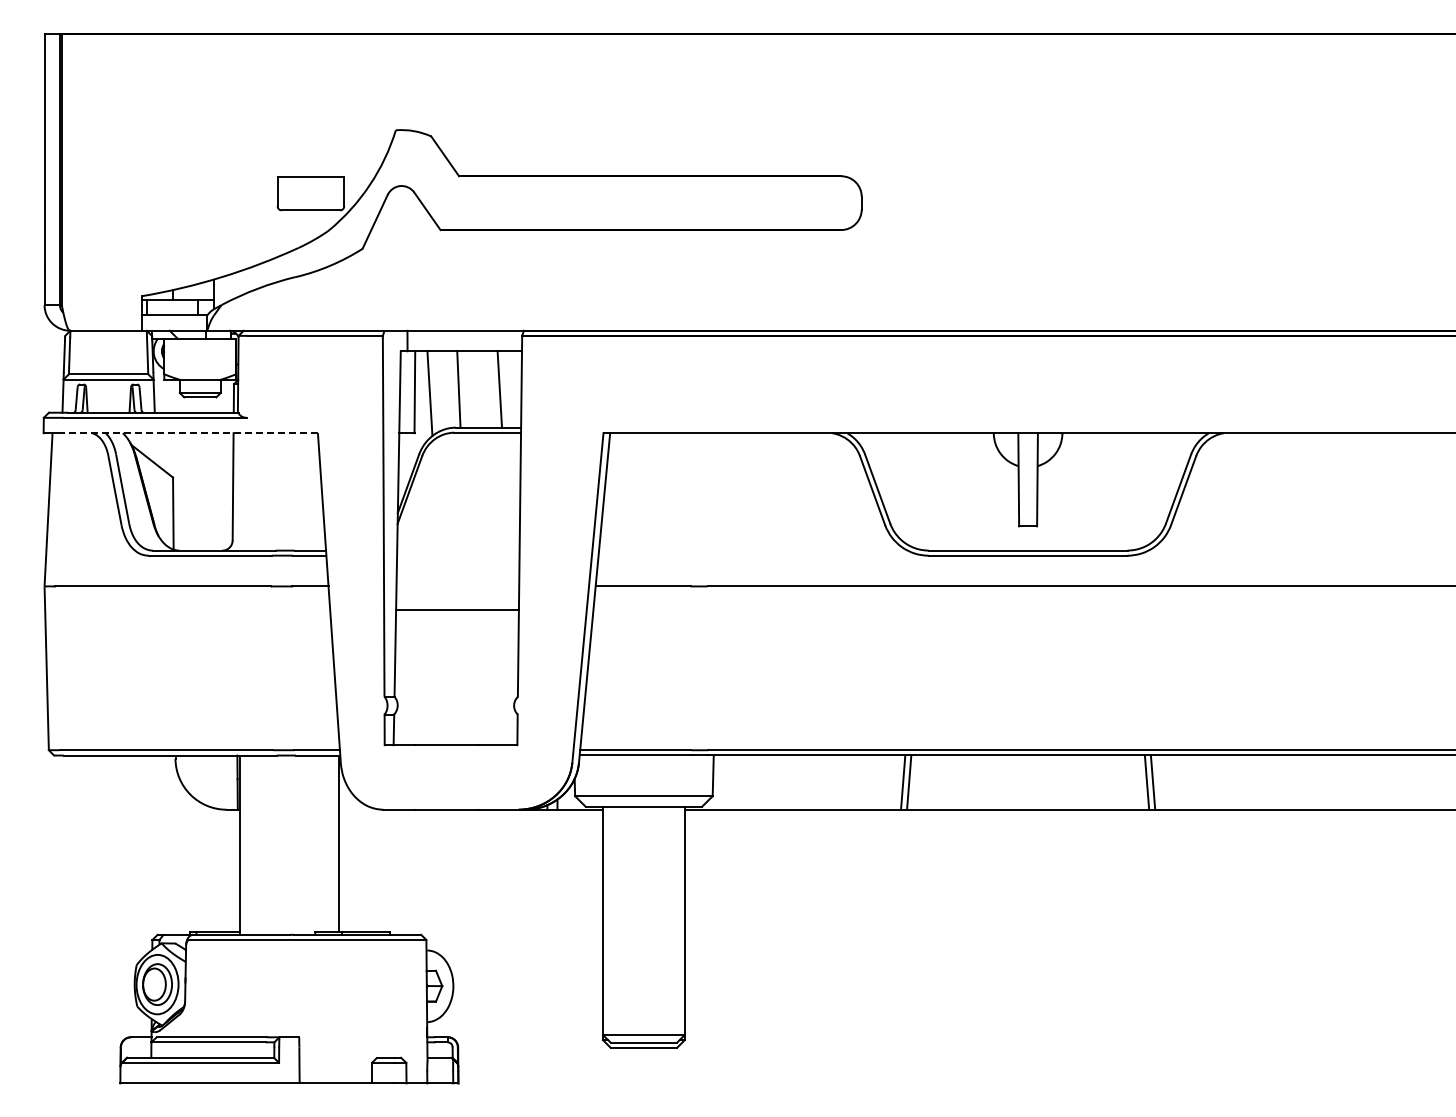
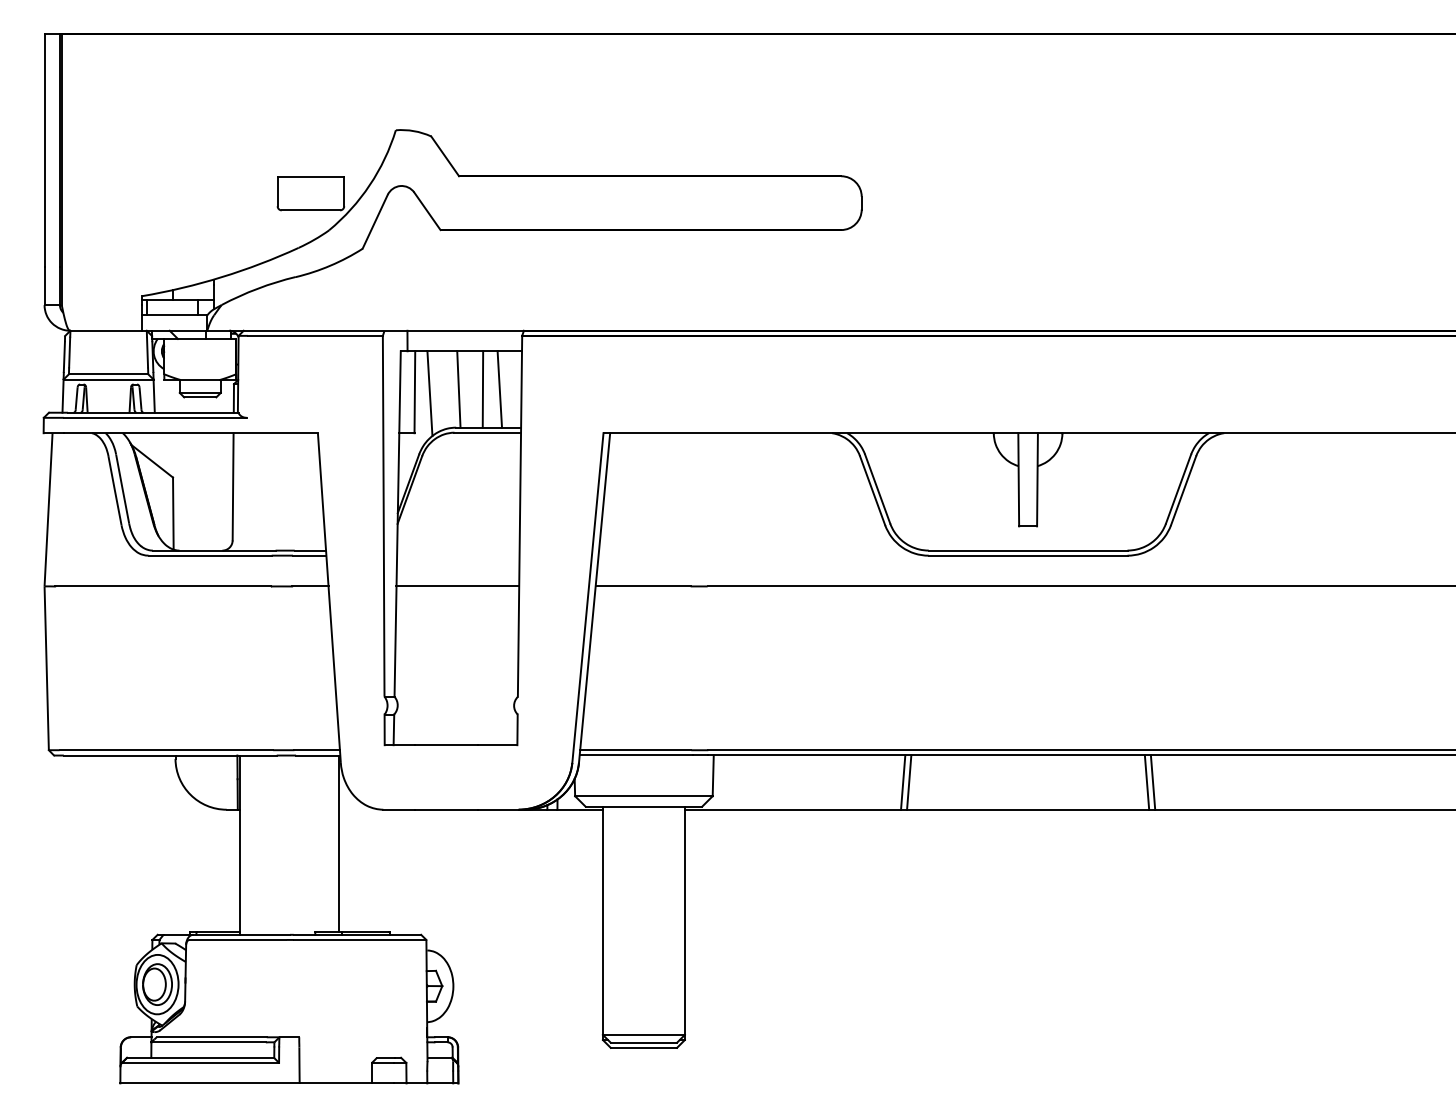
line at (482, 389): none -> present
line at (190, 433): dashed -> solid
line at (457, 610) position: (457, 610) -> (457, 586)
